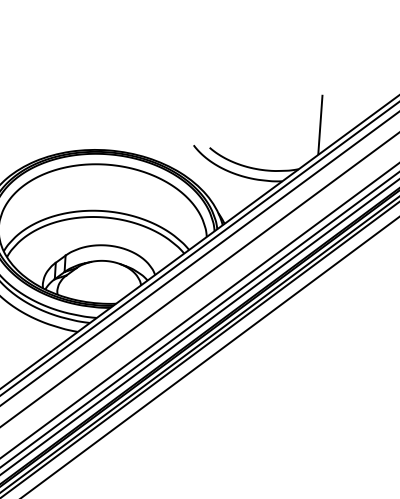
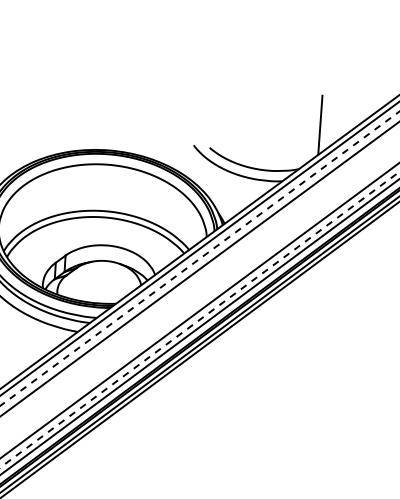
line at (200, 258): solid -> dashed
line at (199, 279) position: (199, 279) -> (199, 269)
line at (200, 319): solid -> dashed
line at (210, 356): present -> none
